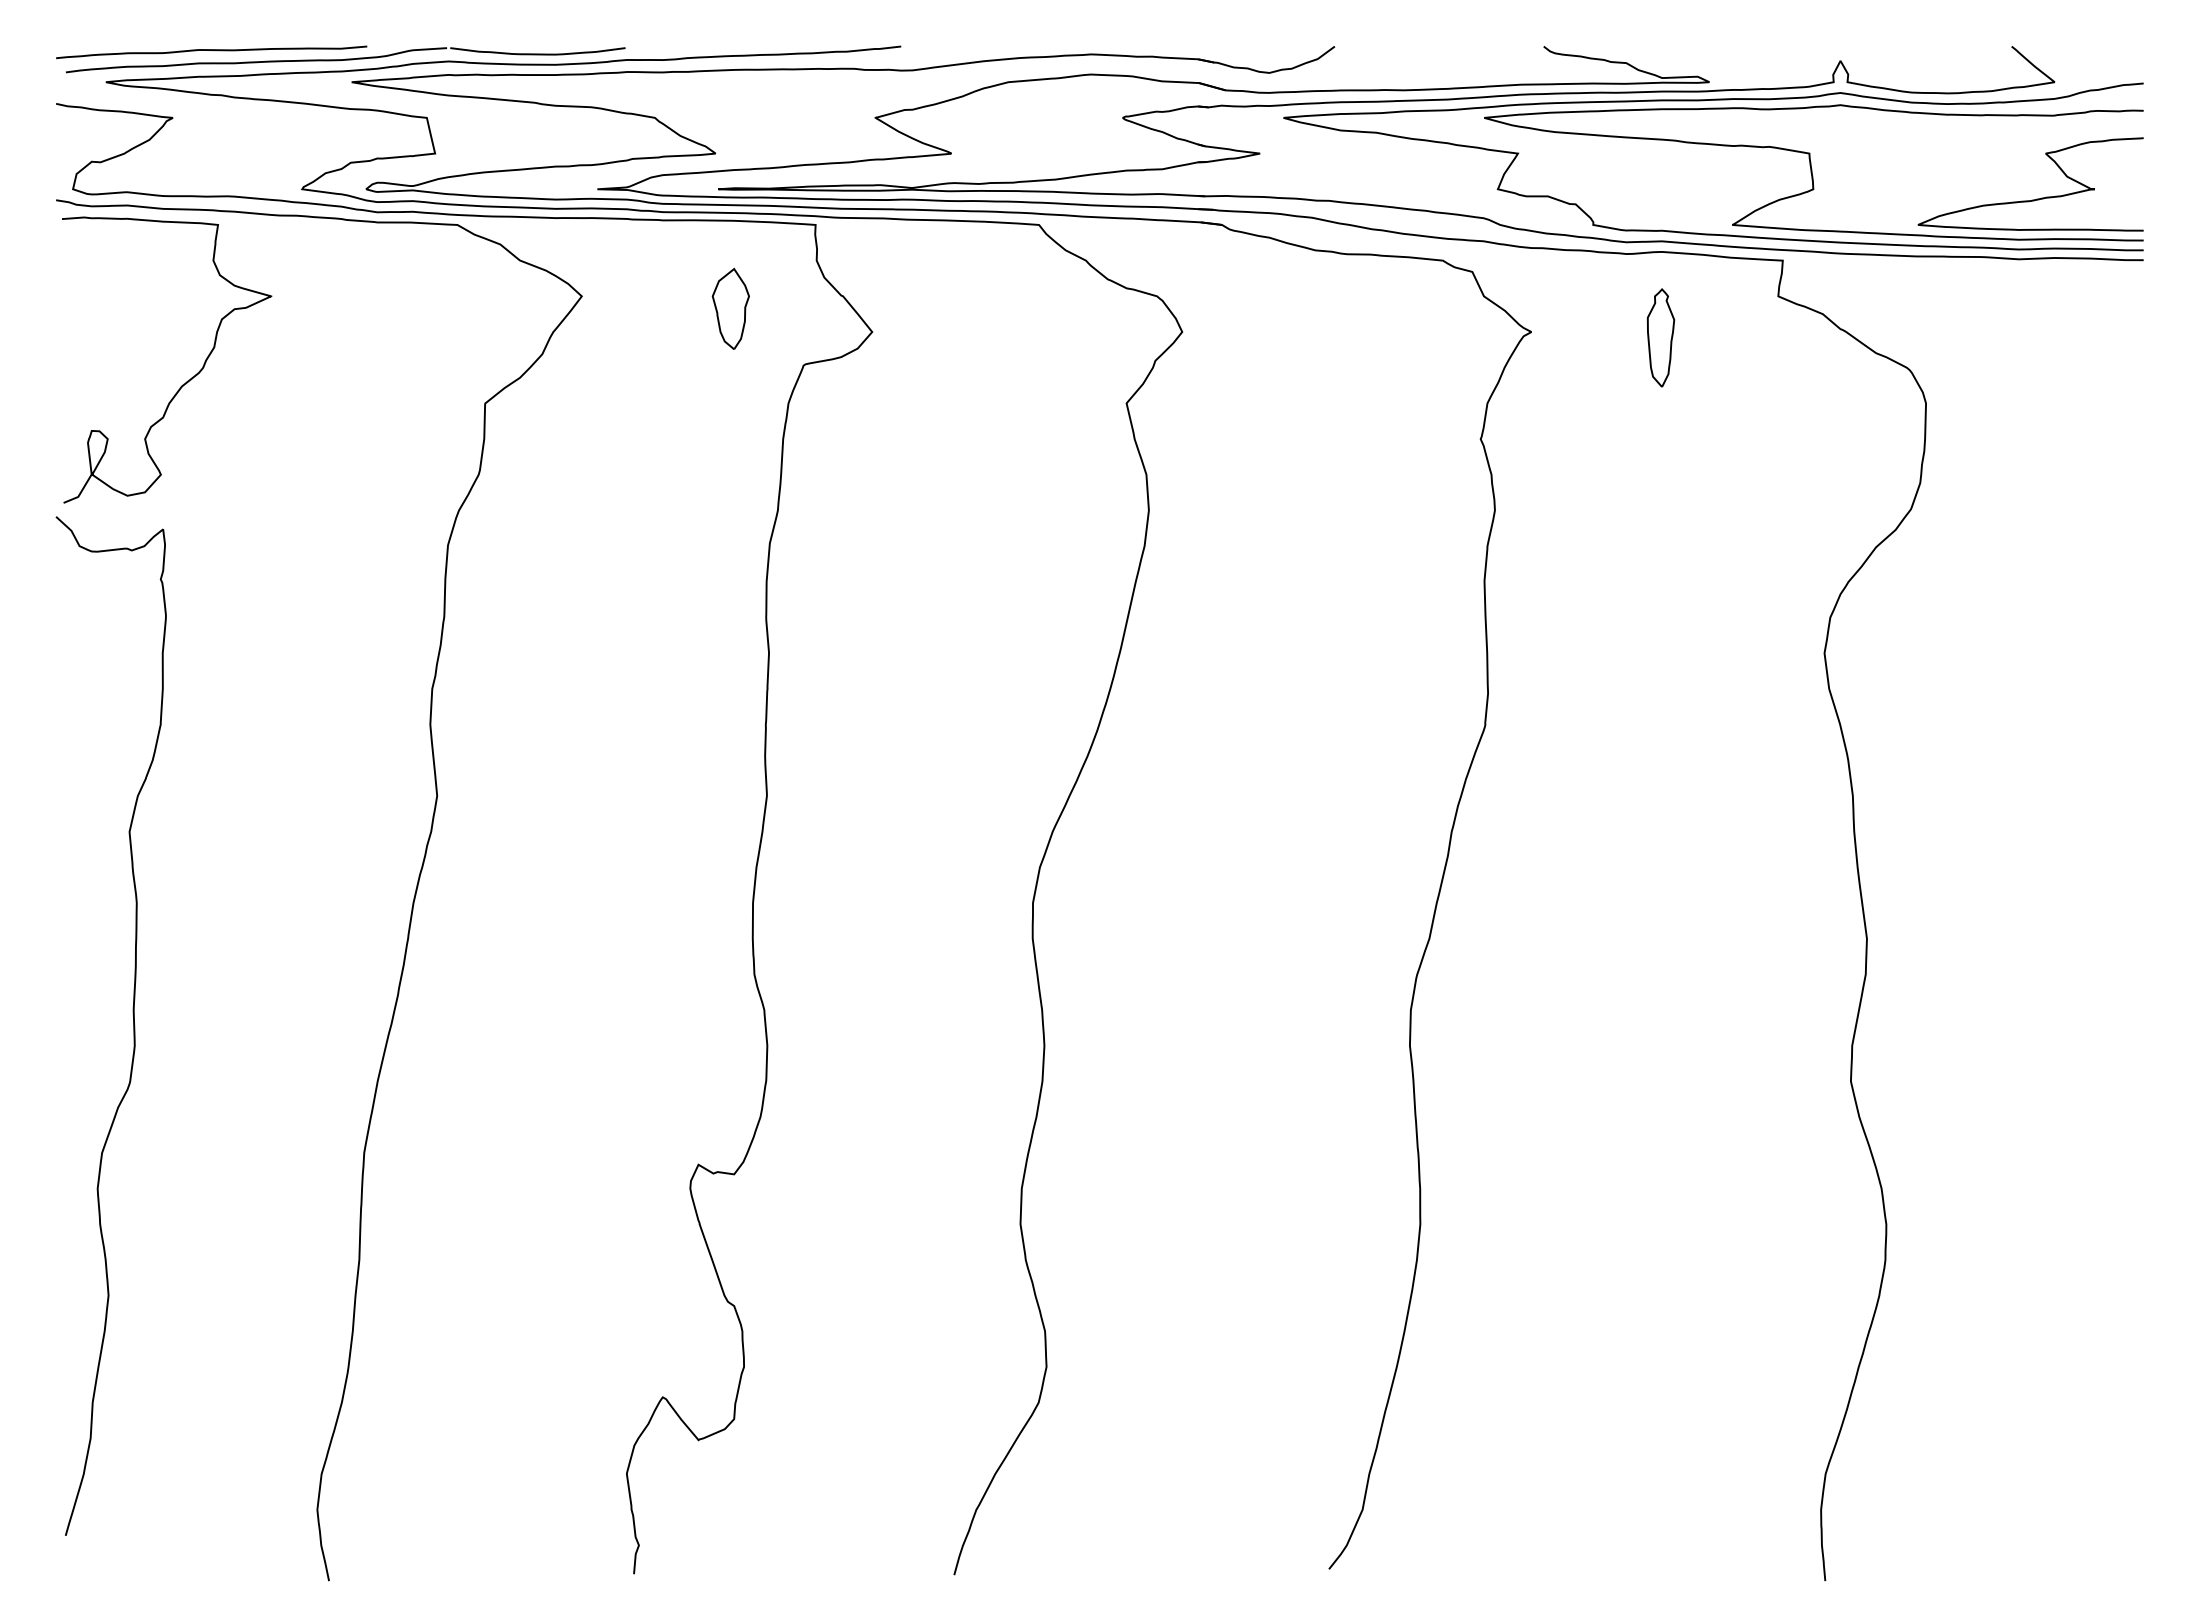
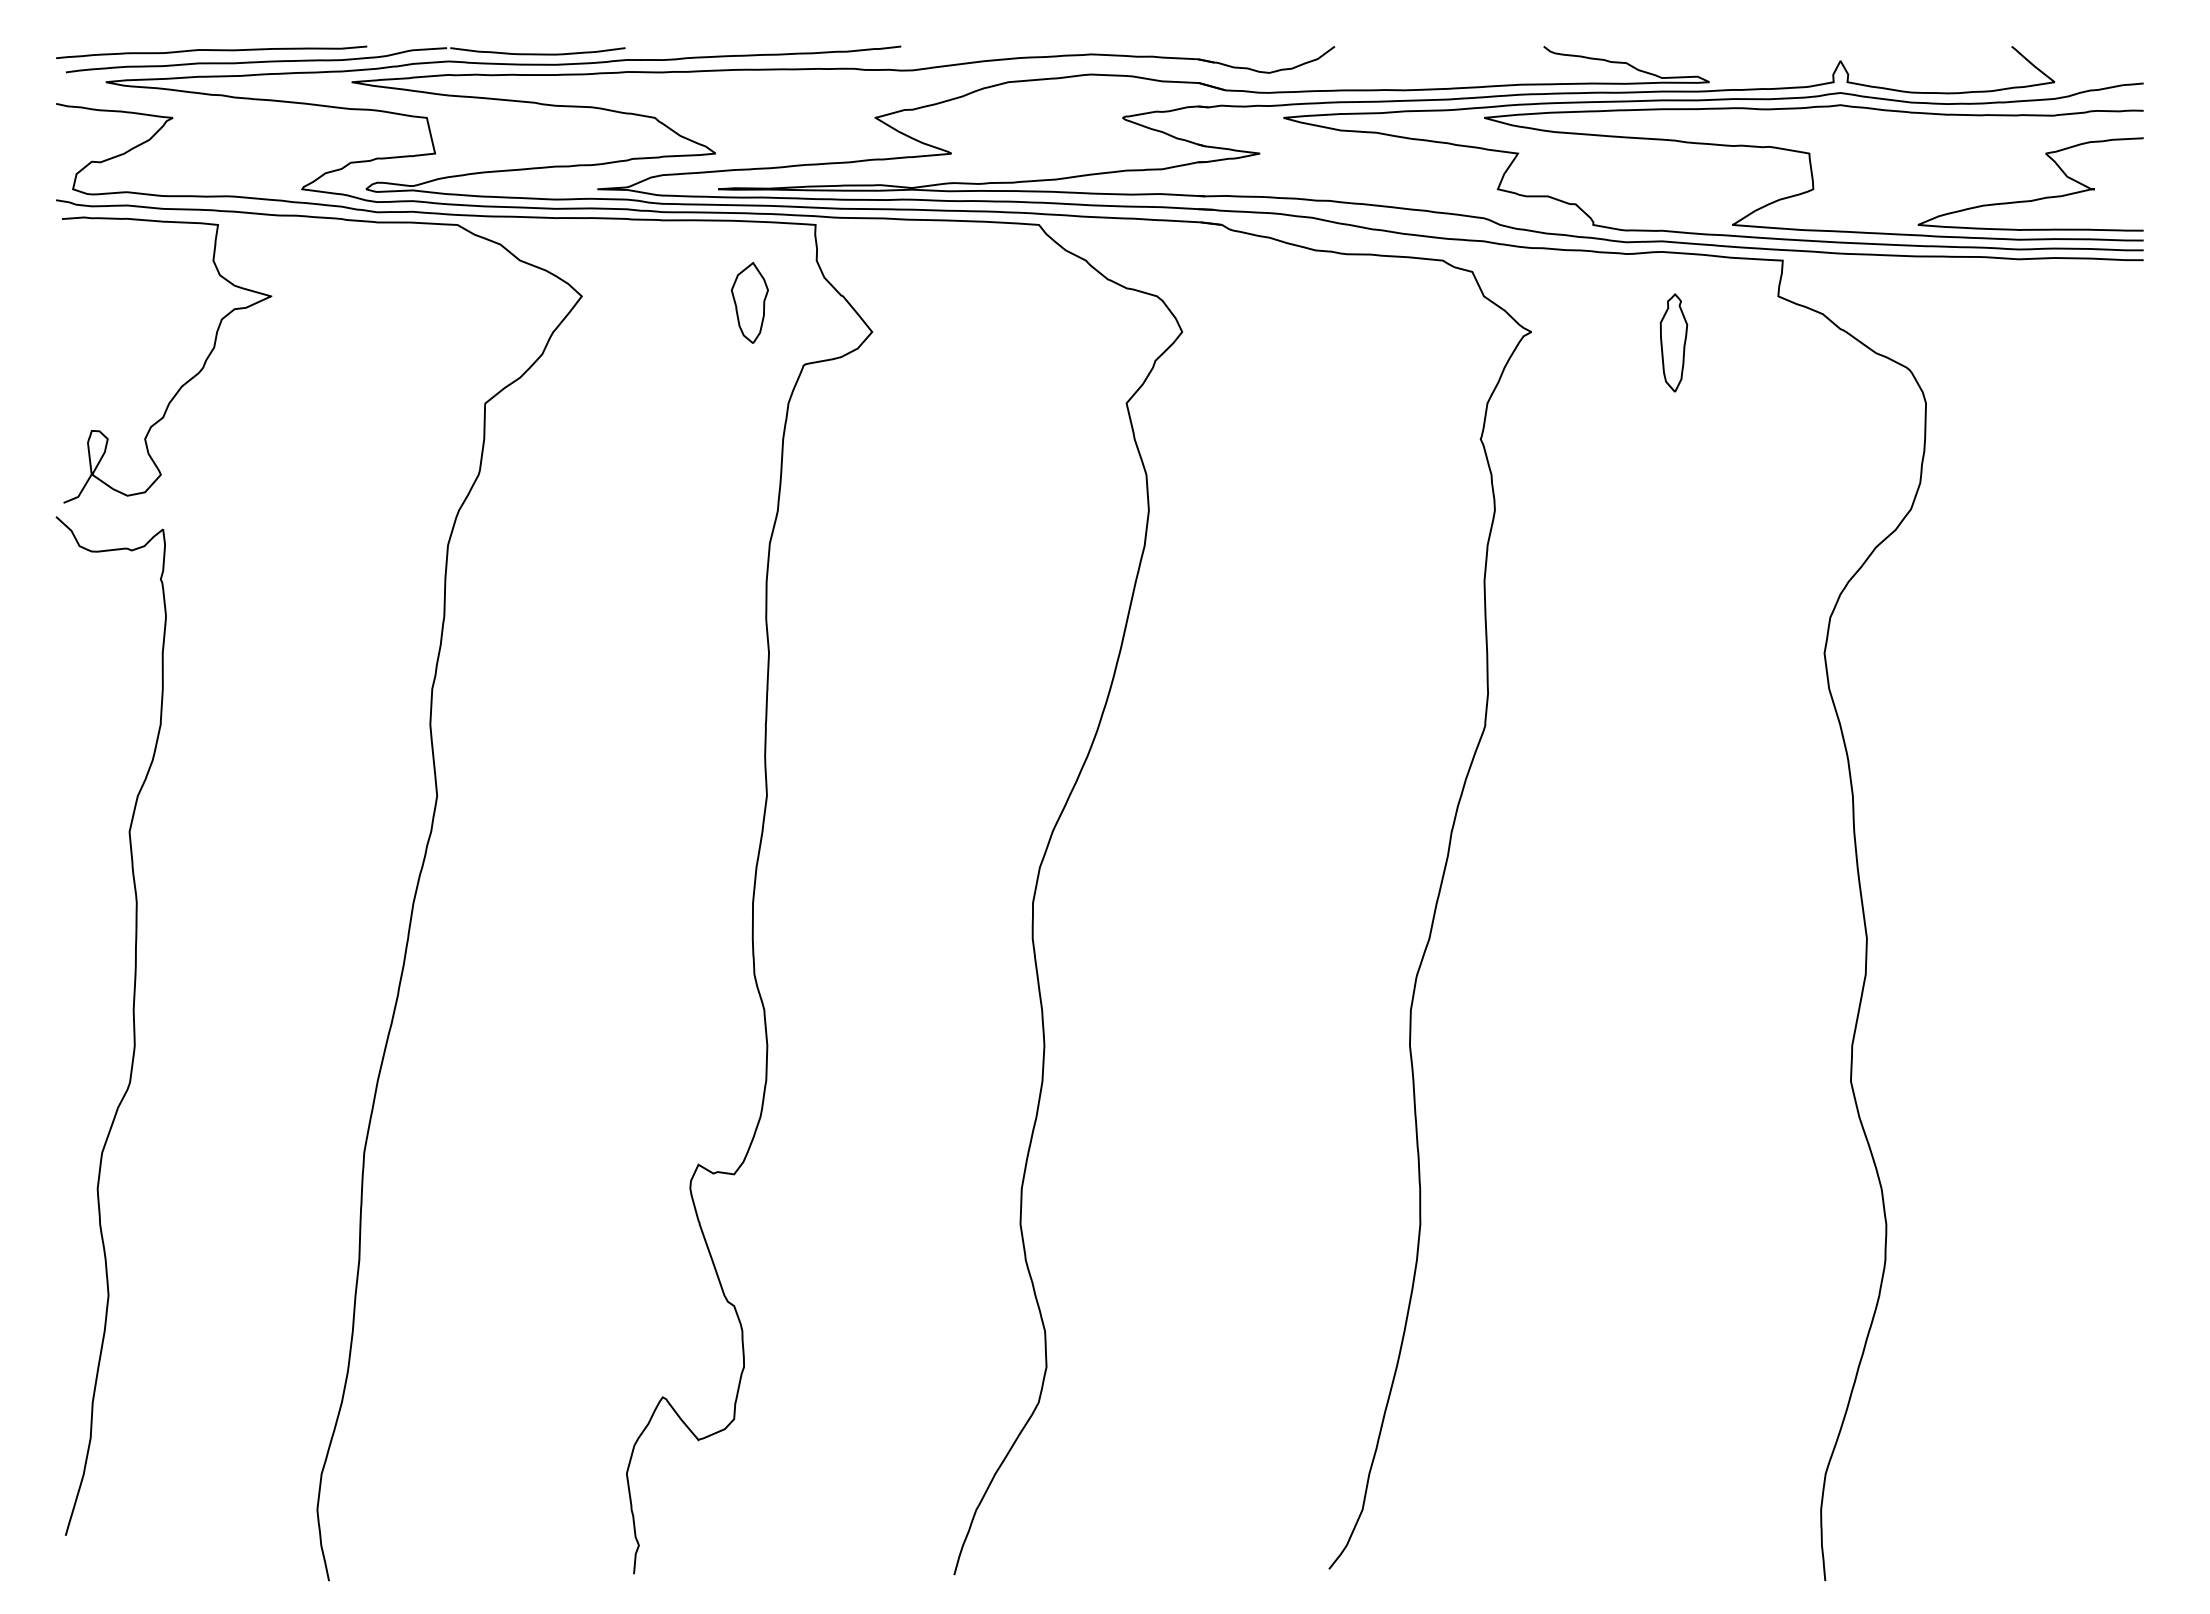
part at (730, 308) position: (730, 308) -> (749, 302)
part at (1660, 337) position: (1660, 337) -> (1673, 342)
